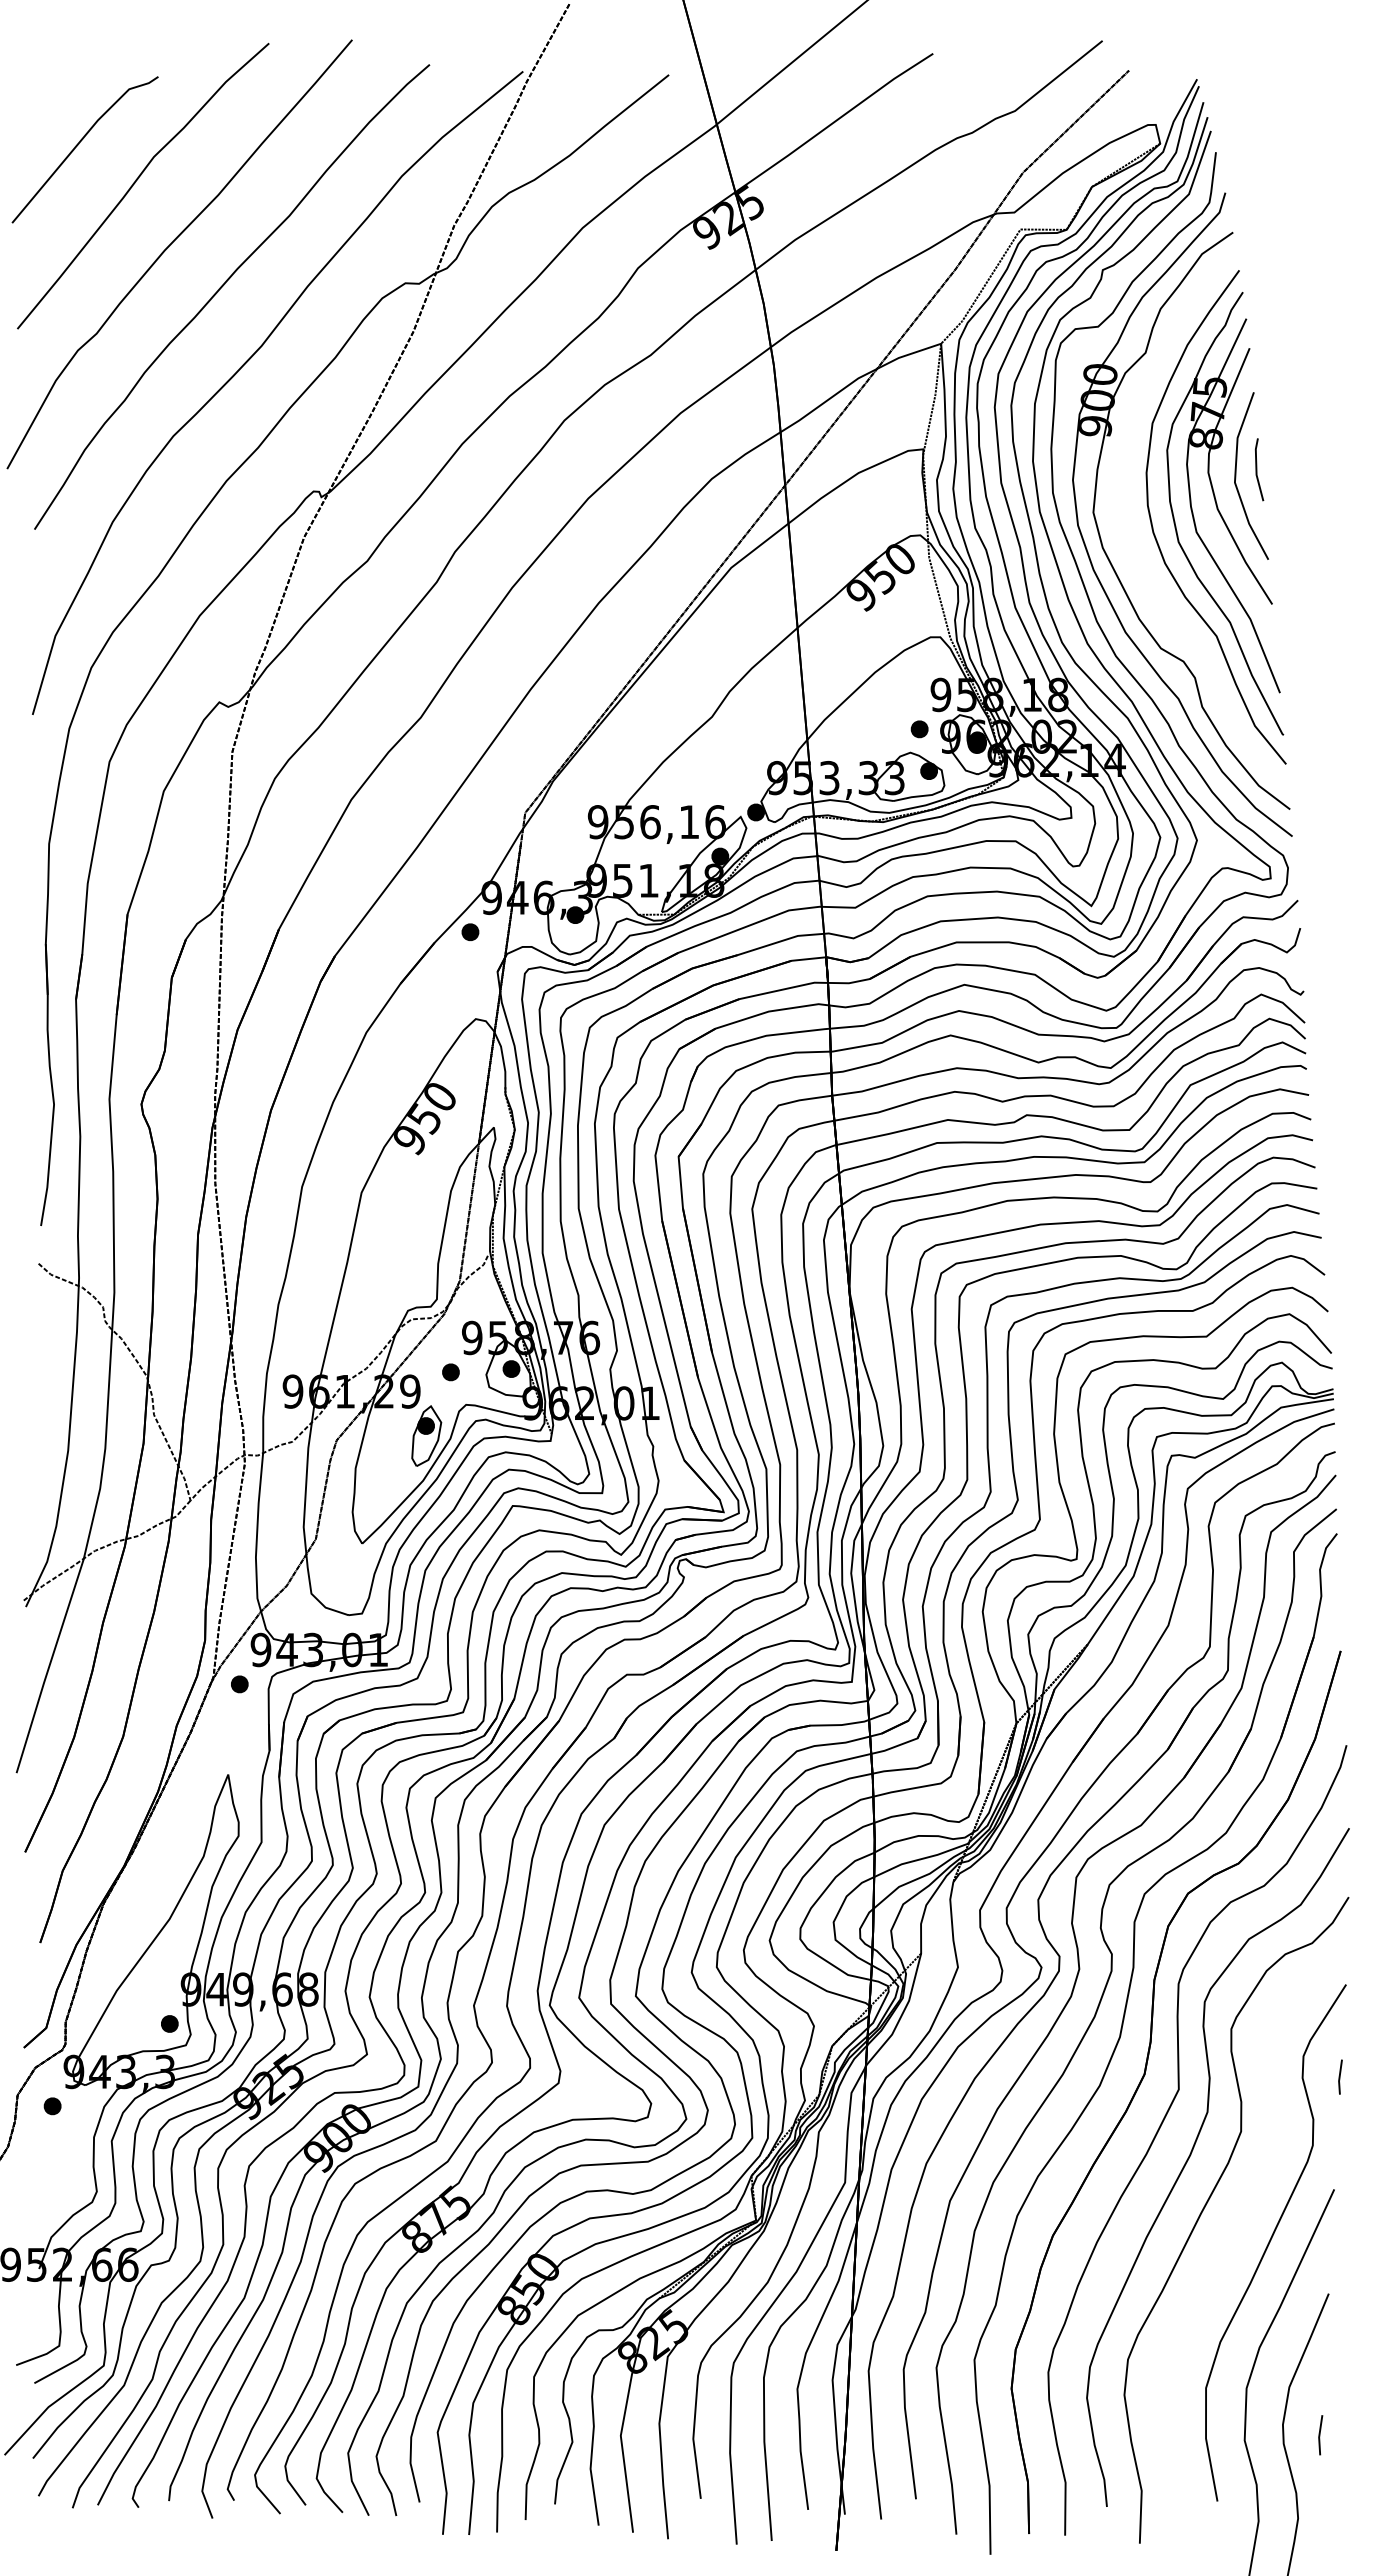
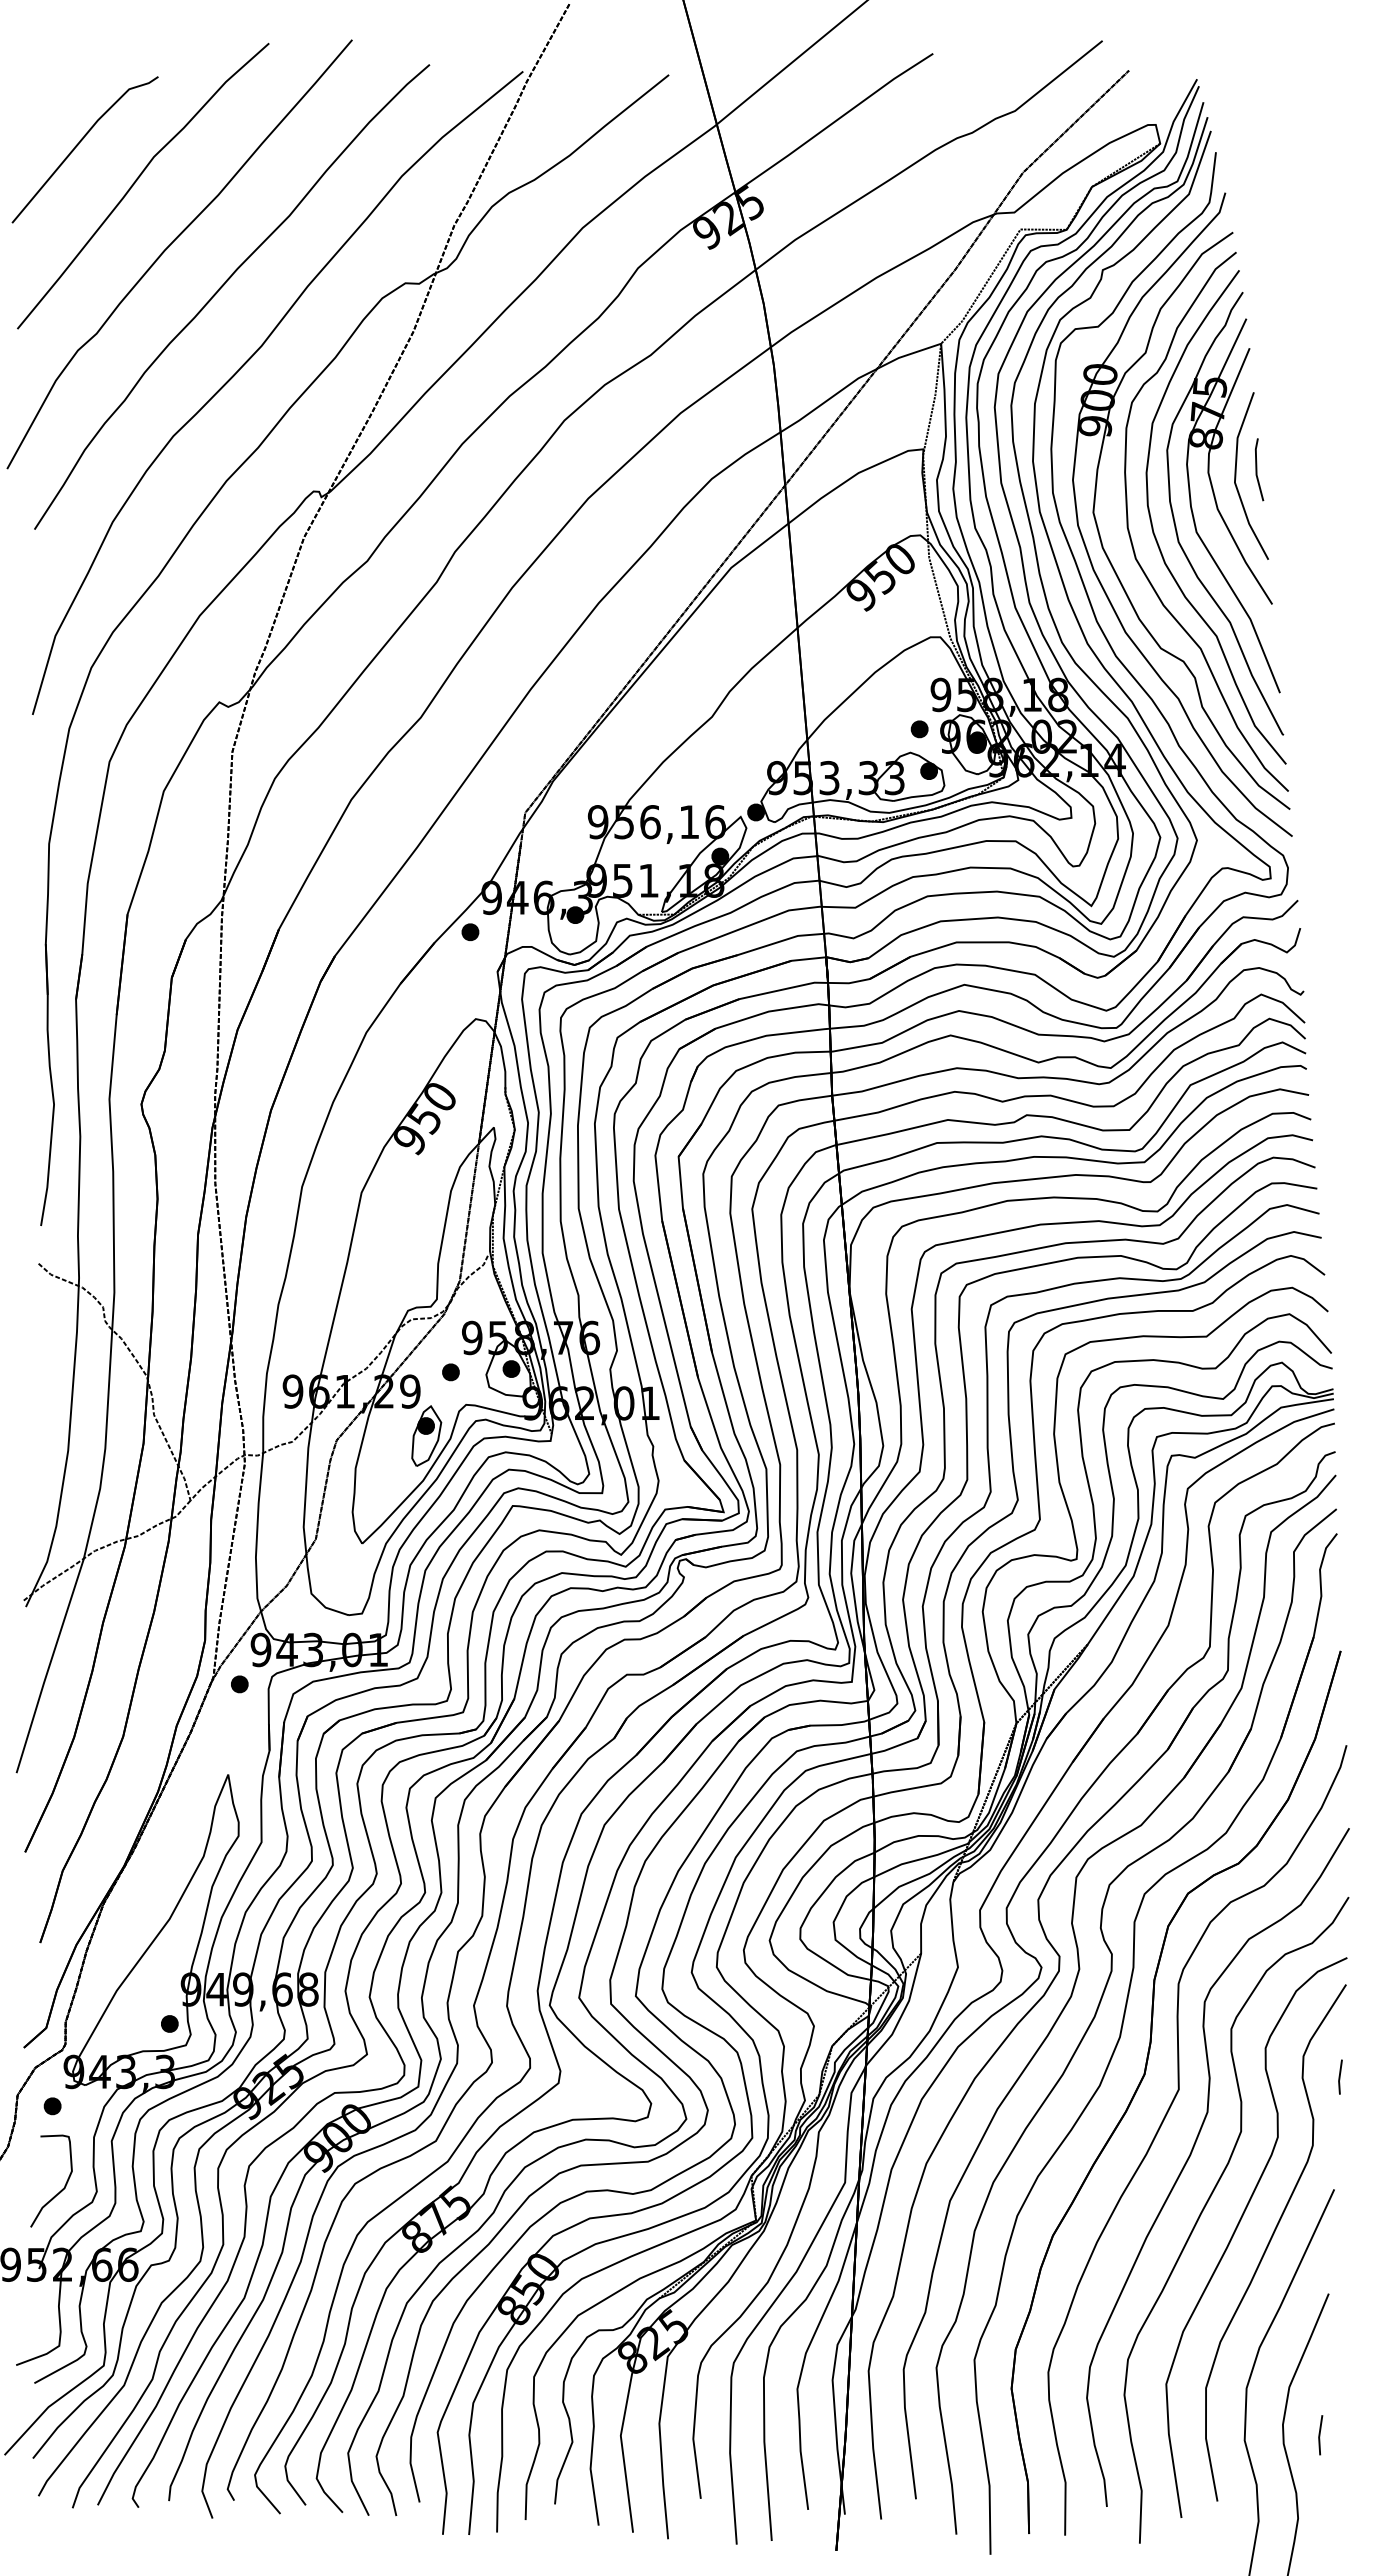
curve at (1132, 541): none -> present
curve at (61, 2189): none -> present
curve at (1237, 2228): none -> present
